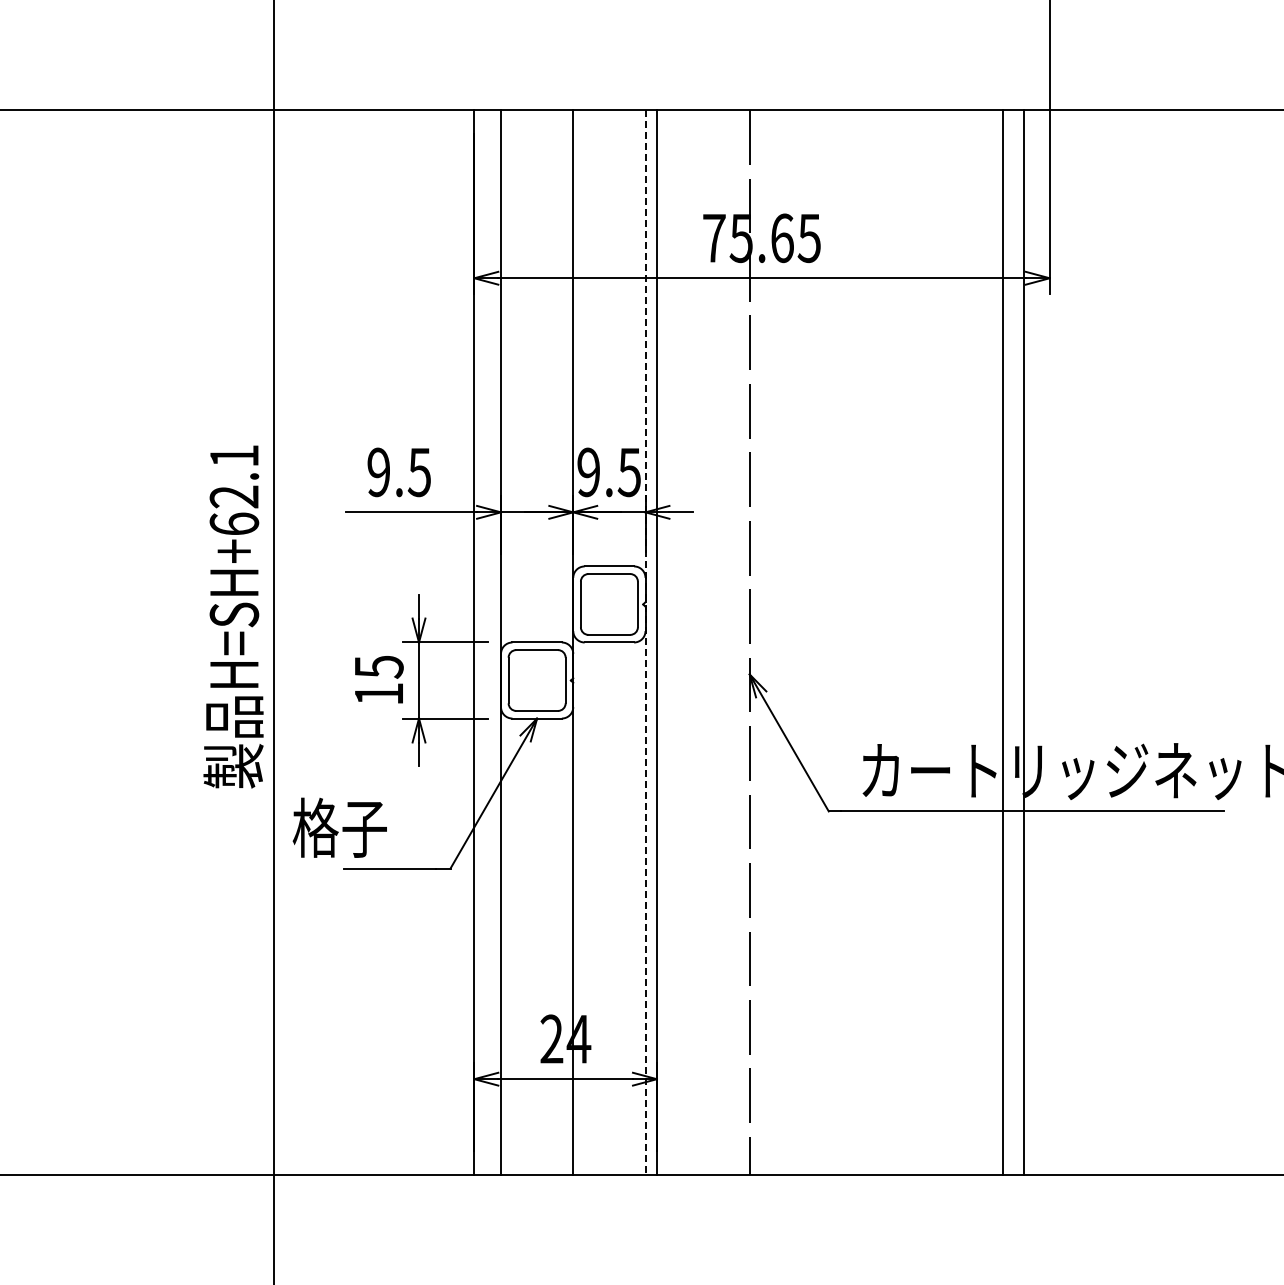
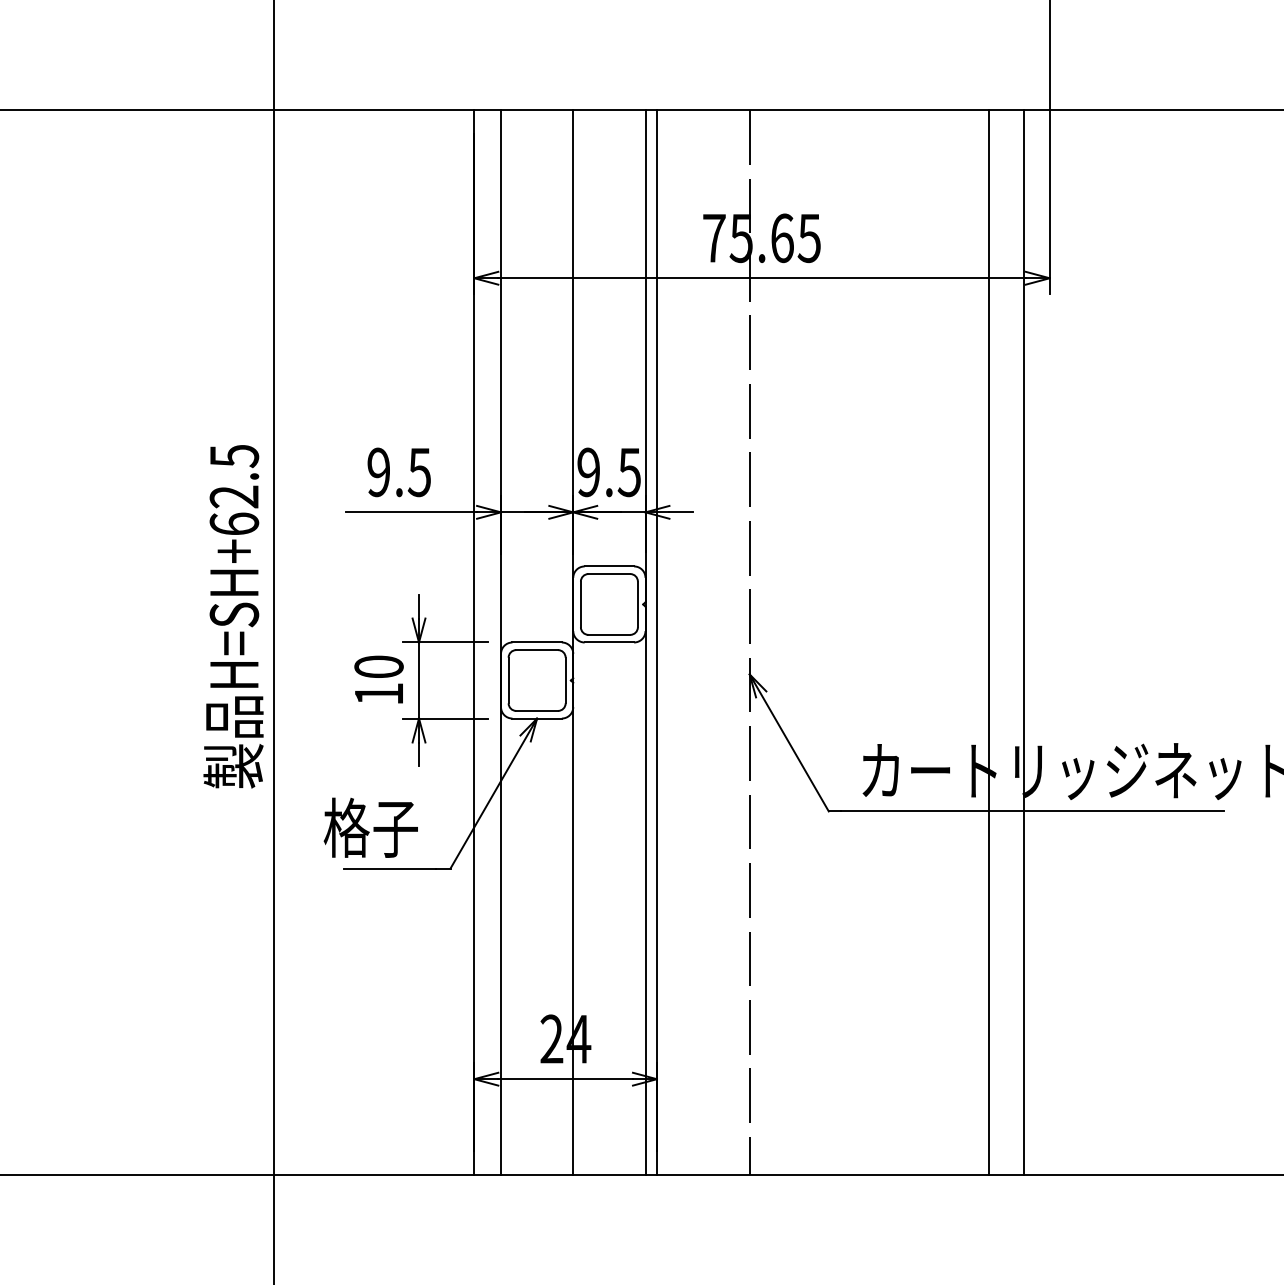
text at (234, 456): H=SH+62.1 -> H=SH+62.5
line at (1002, 642) position: (1002, 642) -> (988, 642)
line at (645, 643): dashed -> solid
text at (378, 666): 15 -> 10
text at (339, 827) position: (339, 827) -> (370, 827)
